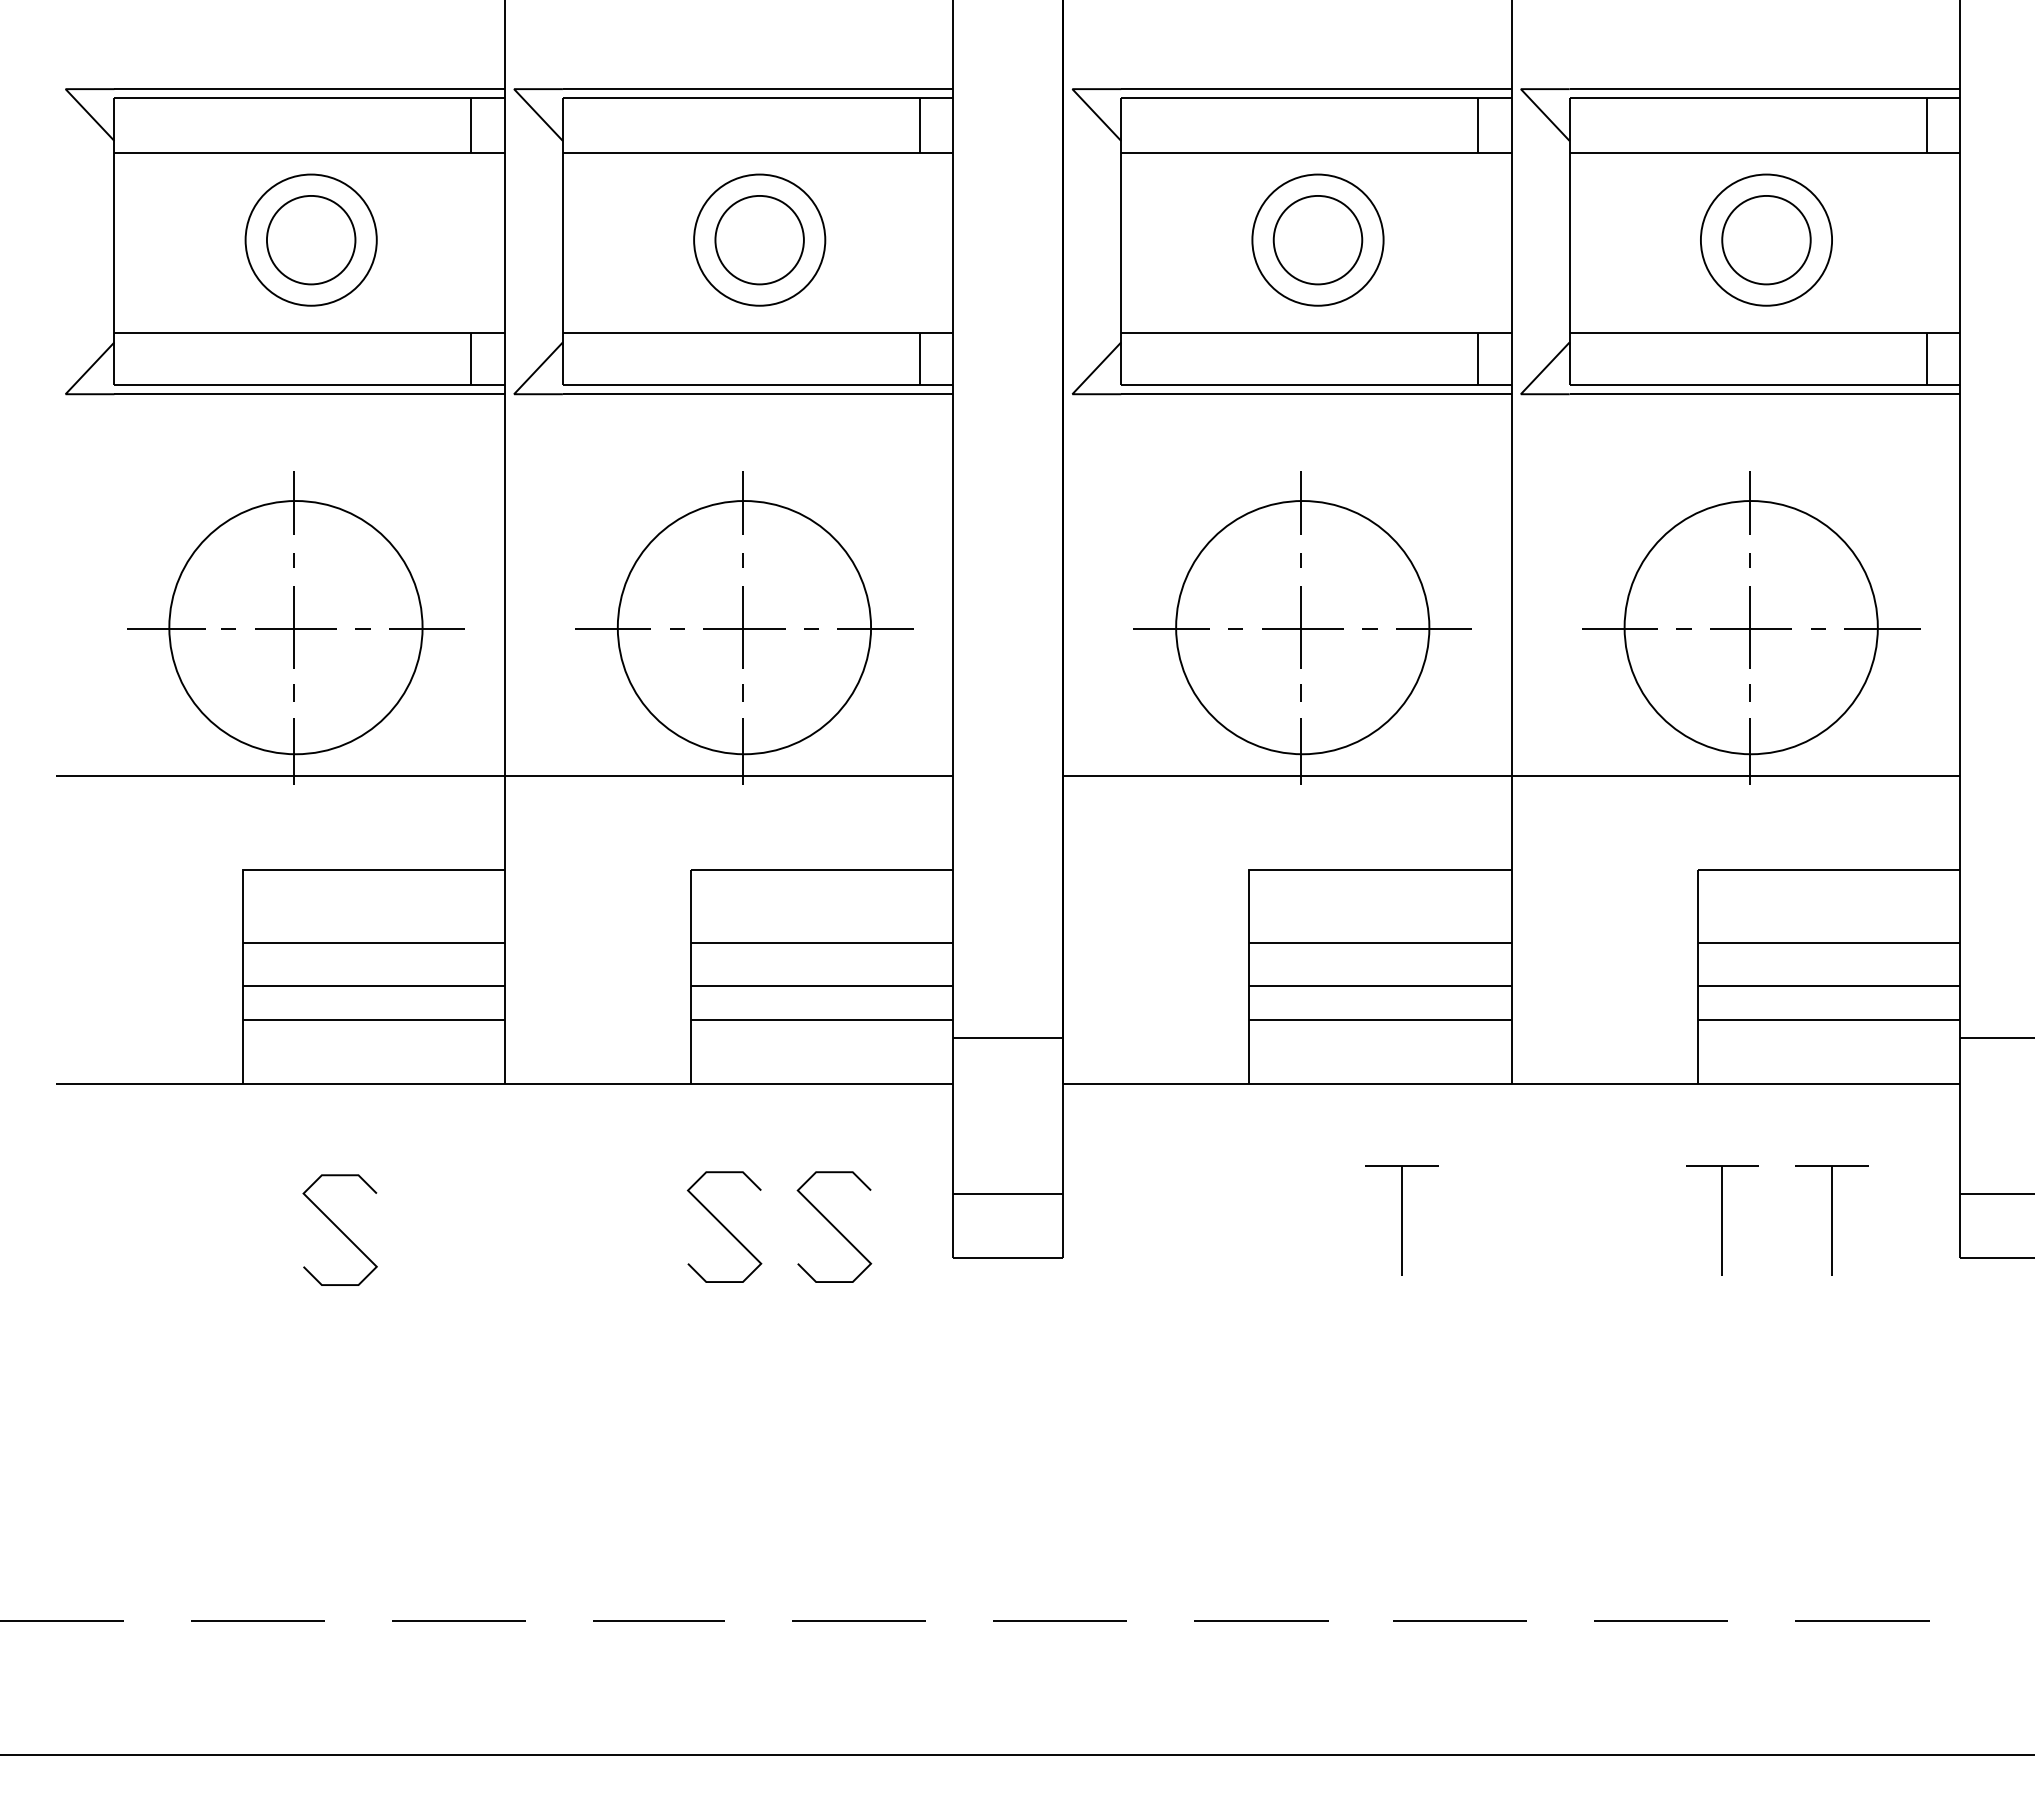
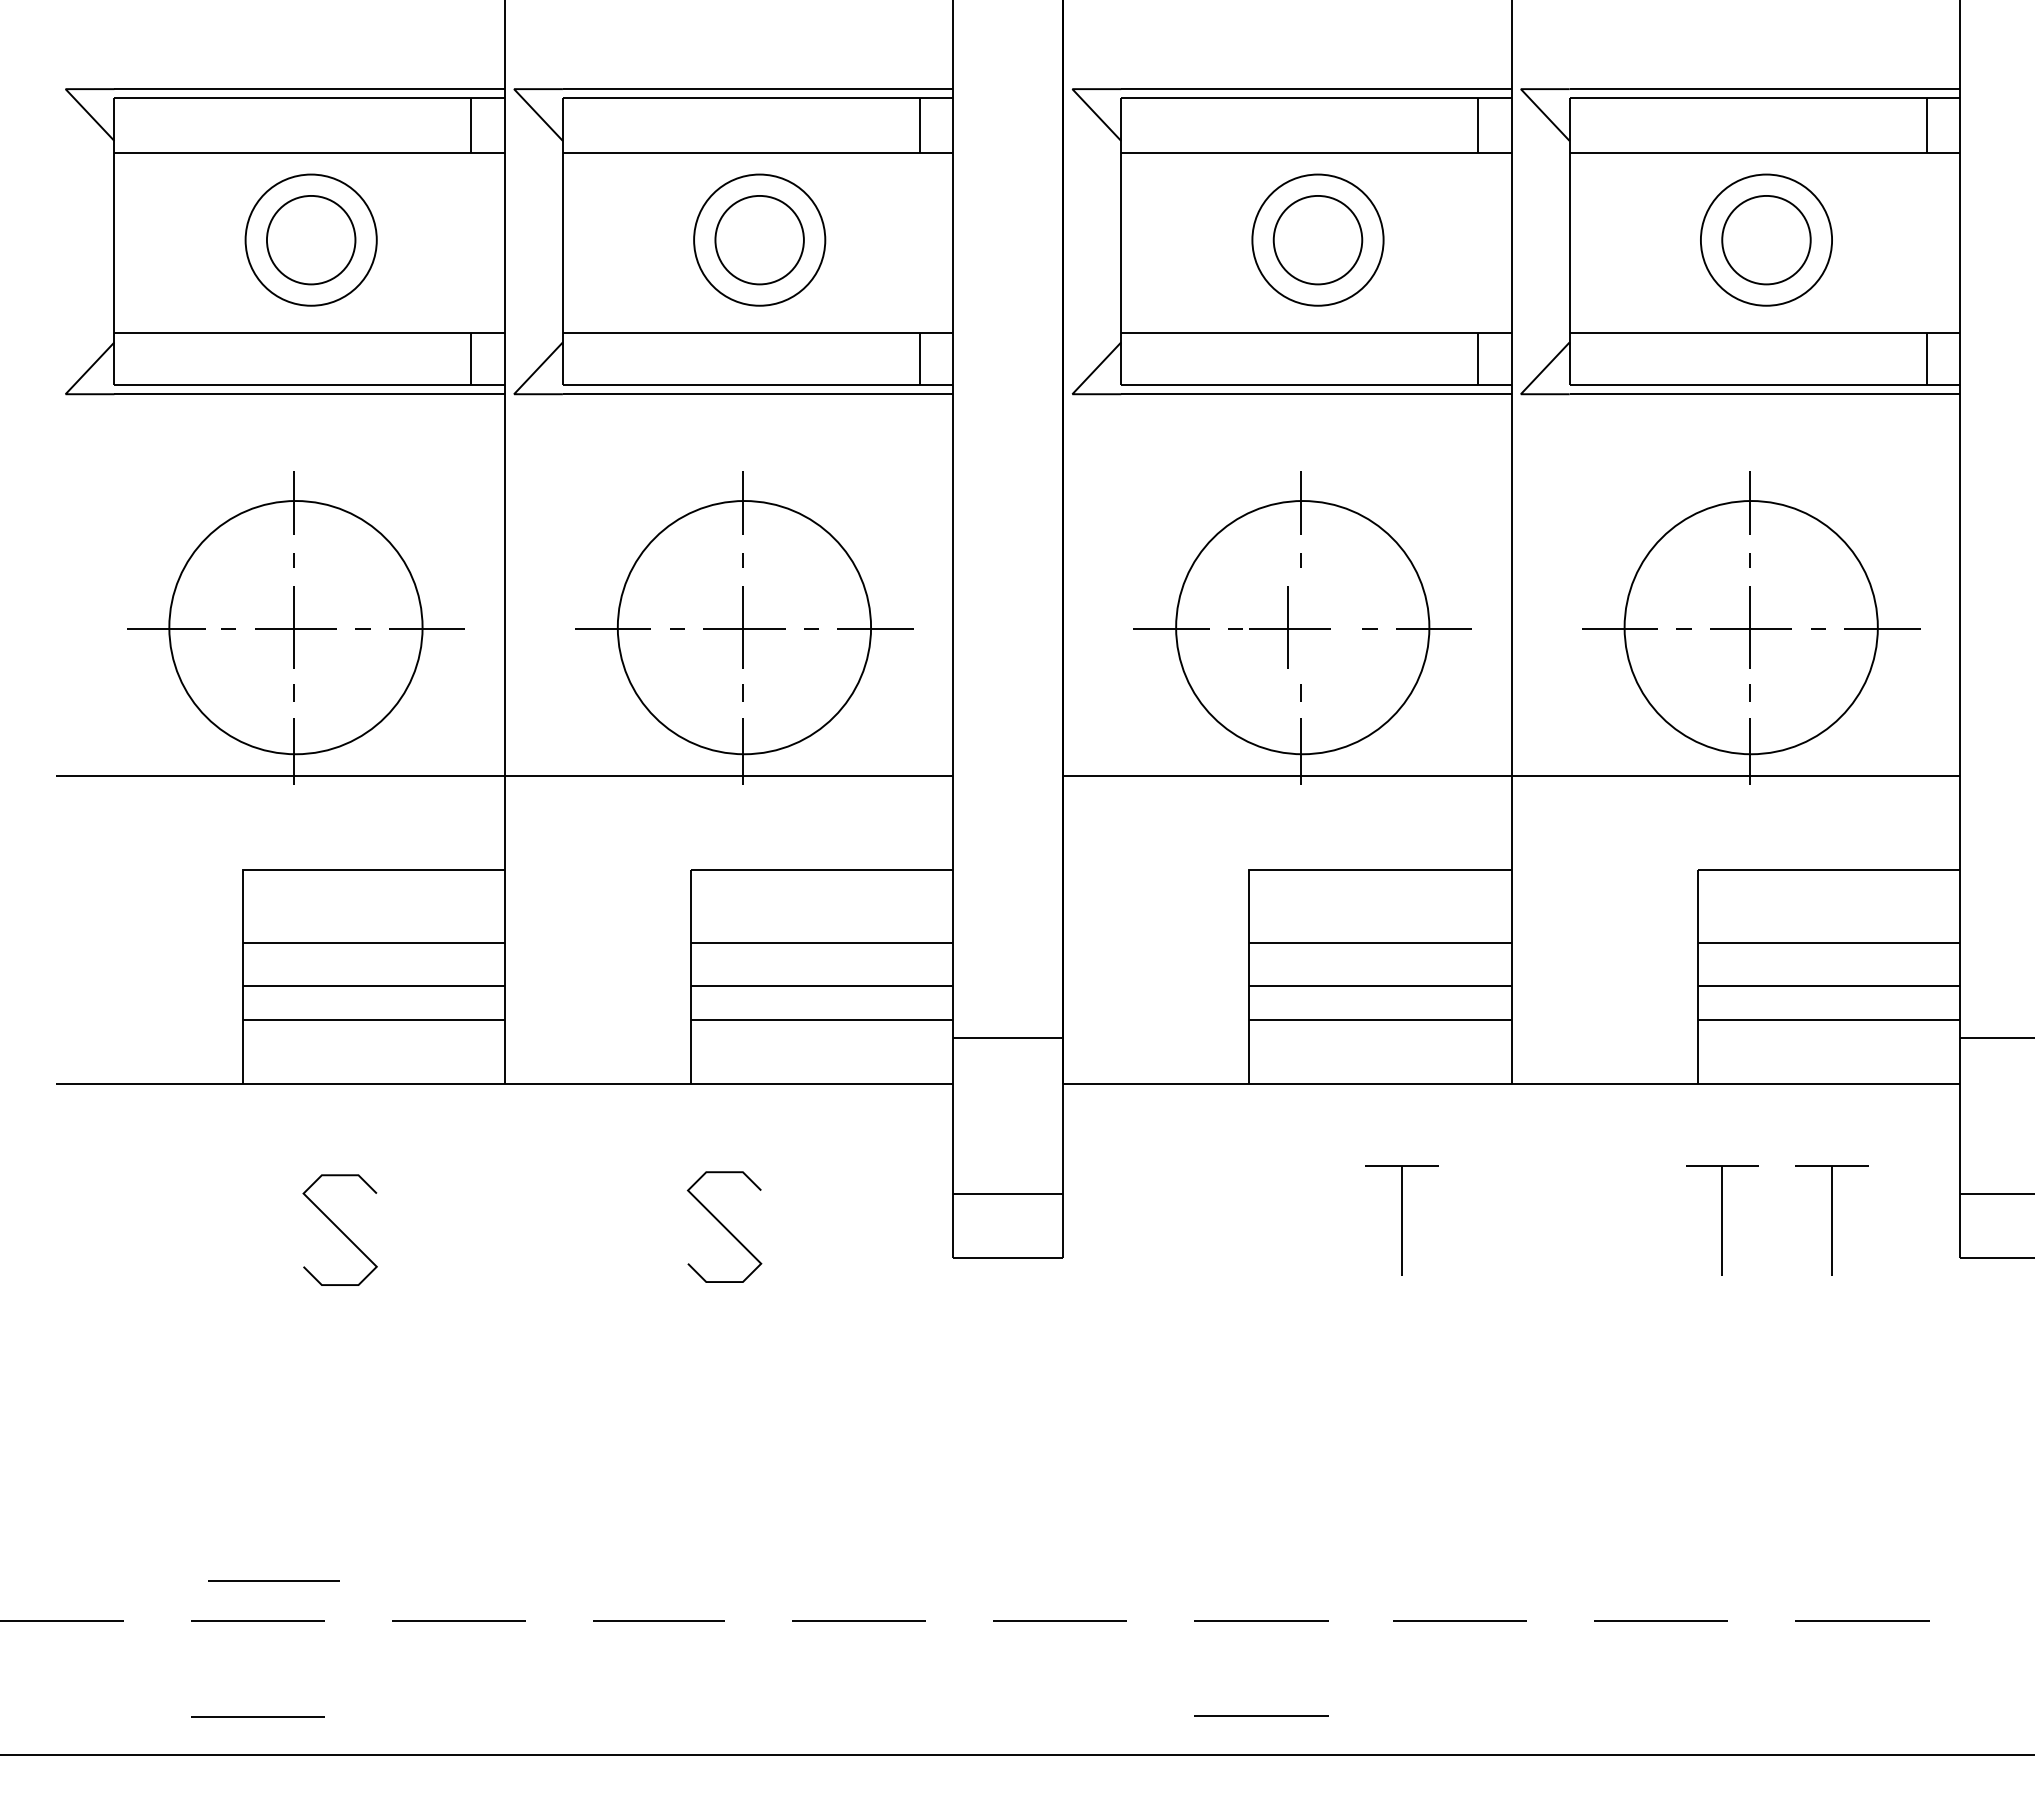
part at (1302, 627) position: (1302, 627) -> (1289, 627)
curve at (834, 1226): present -> none
line at (273, 1580): none -> present
line at (1261, 1715): none -> present
line at (257, 1716): none -> present
